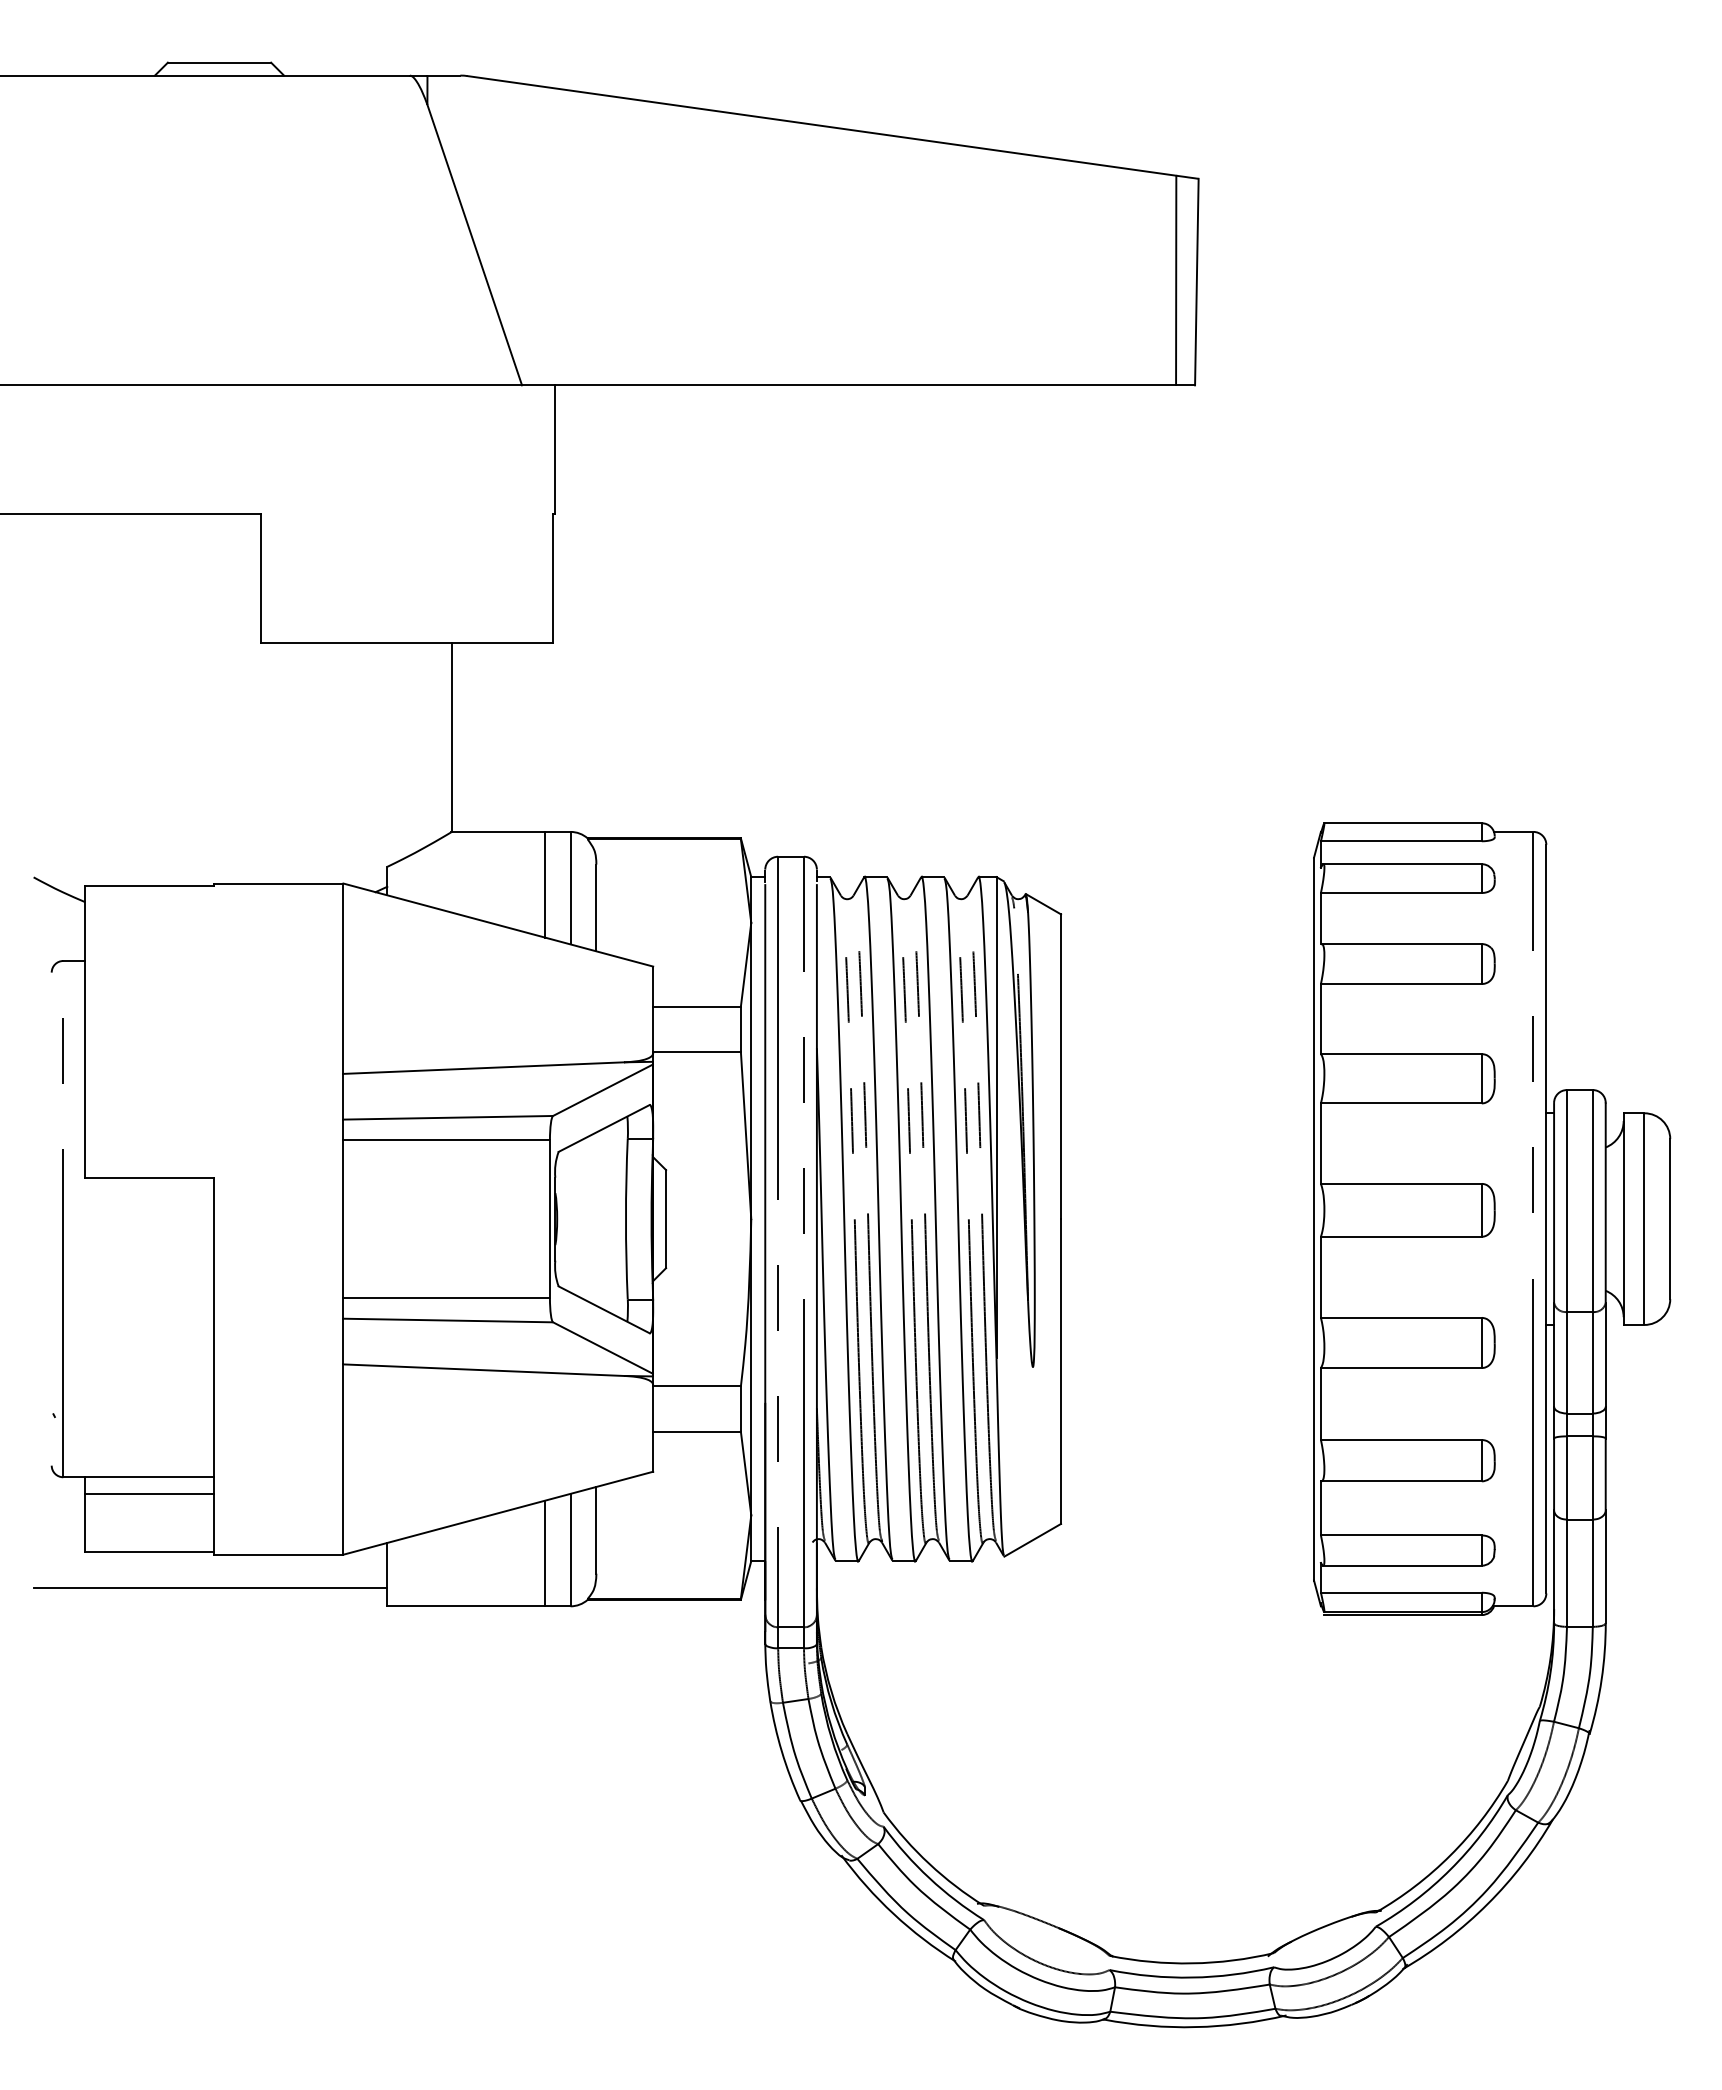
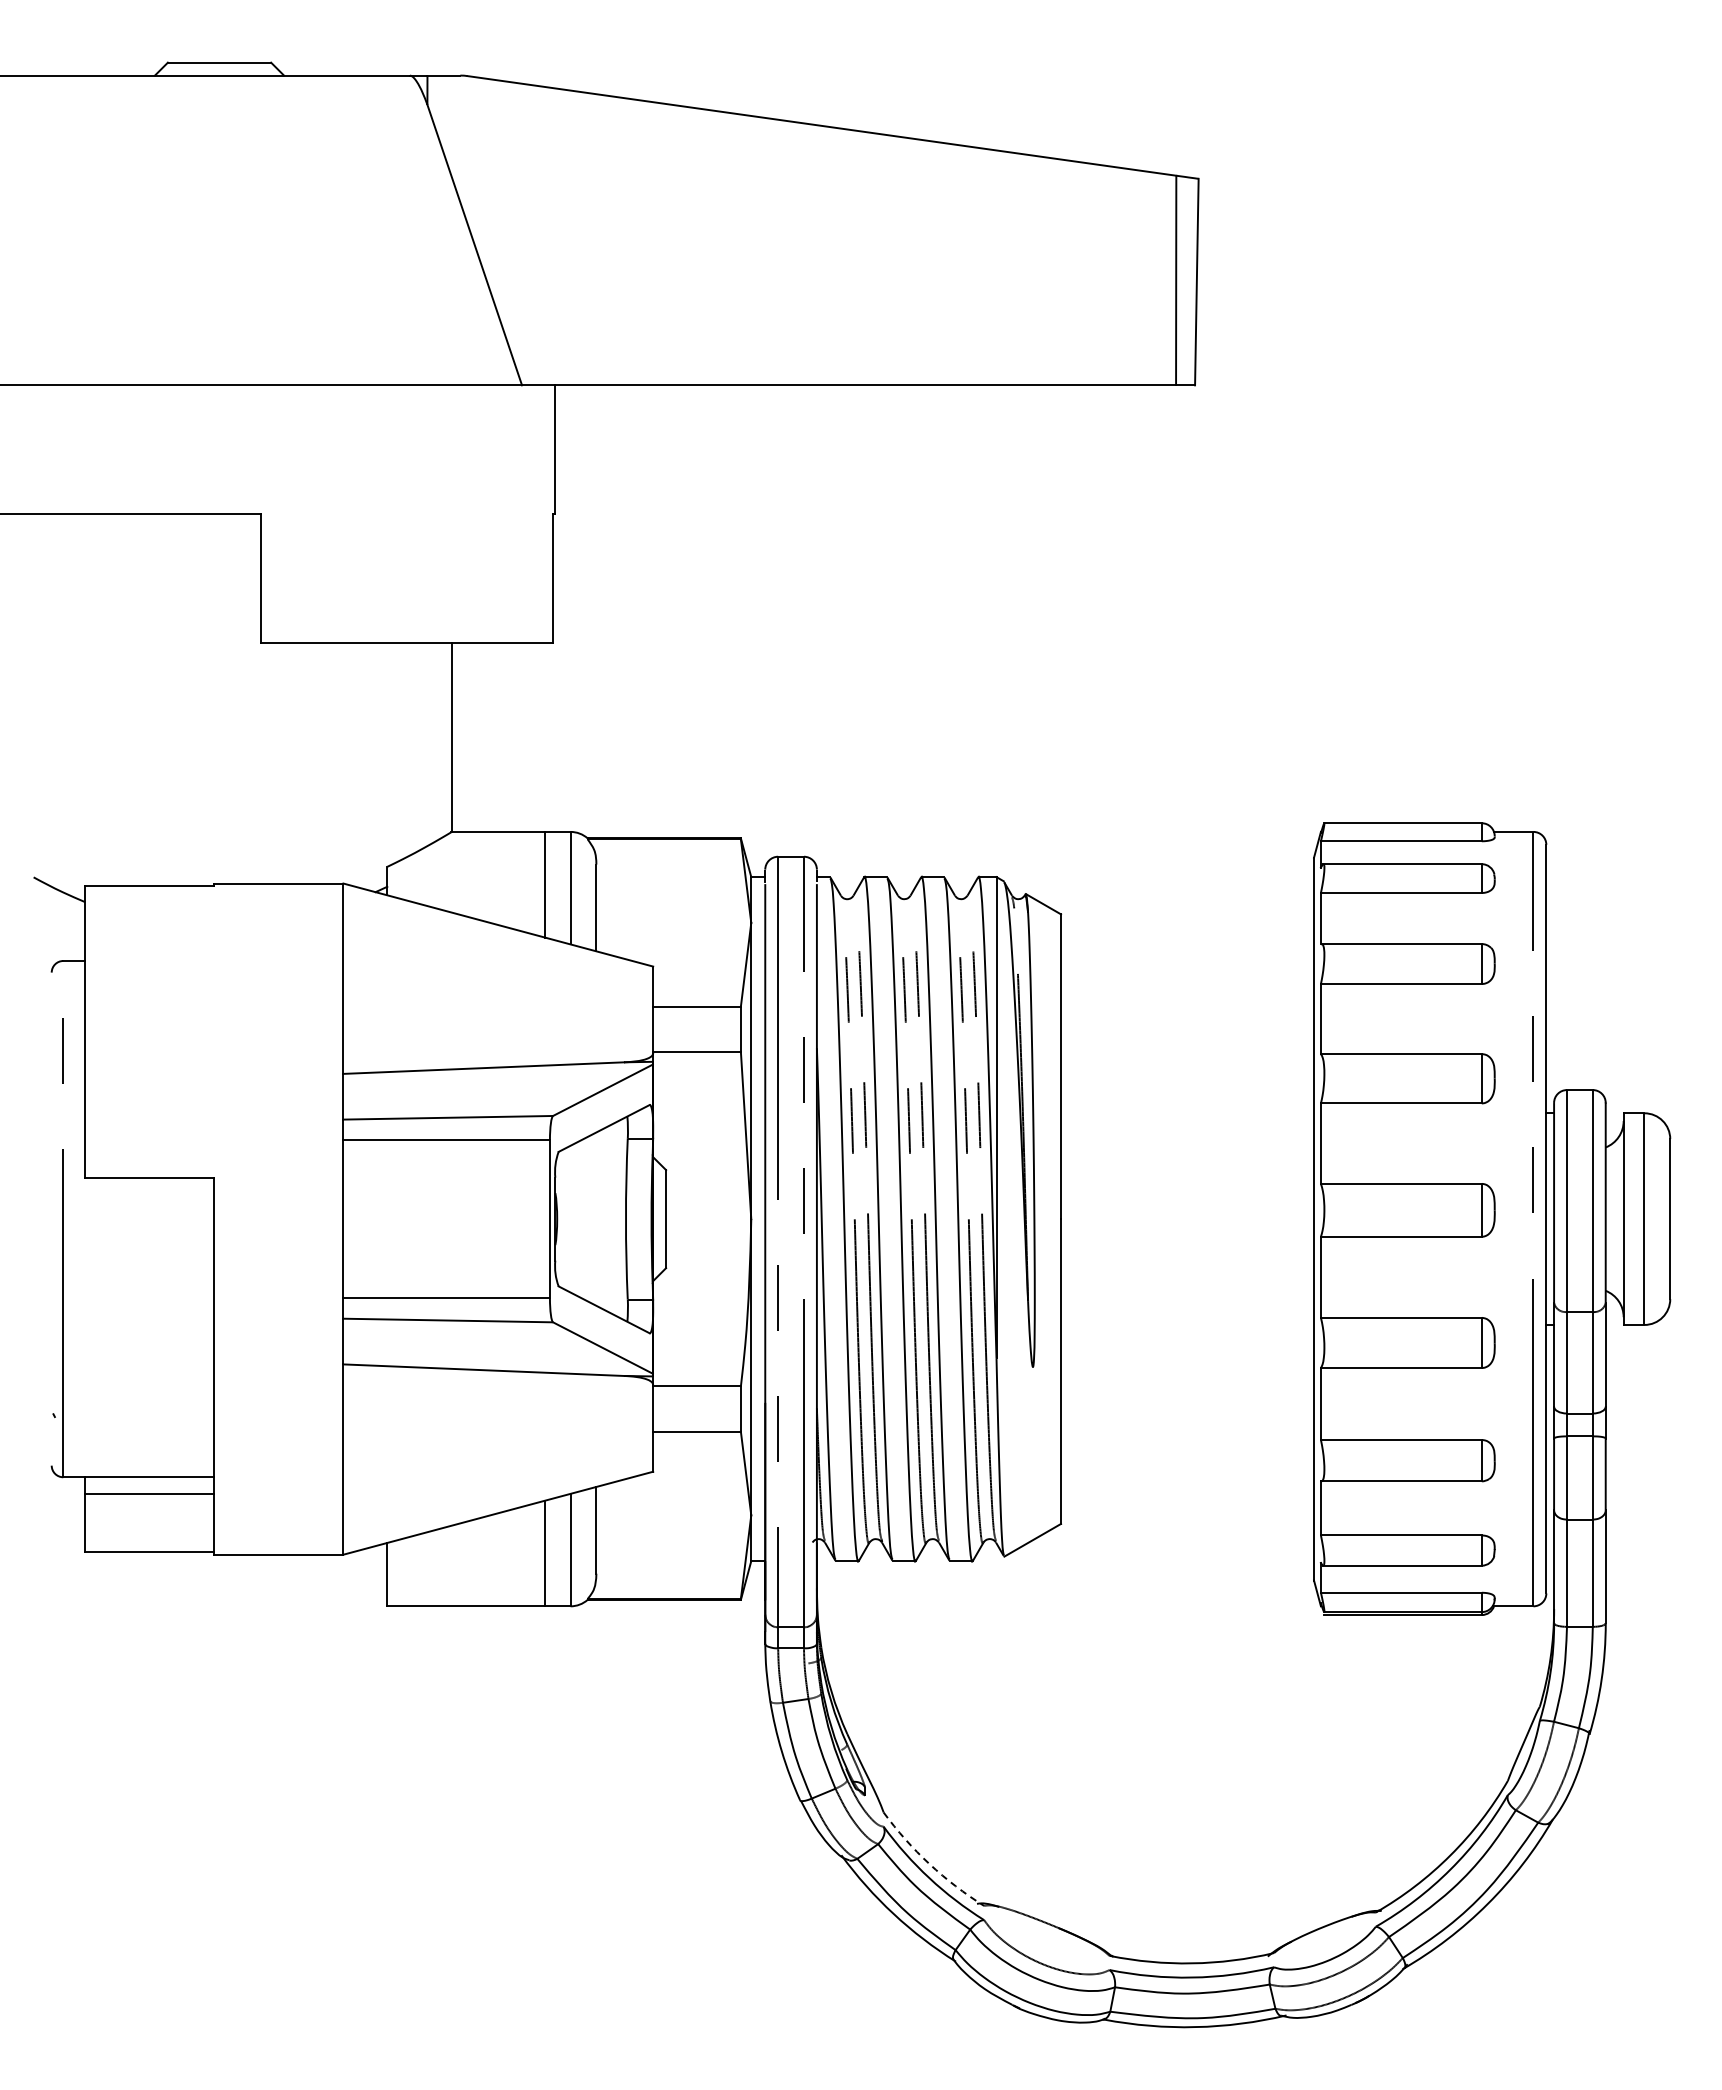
line at (210, 1588): present -> none
arc at (929, 1864): solid -> dashed
